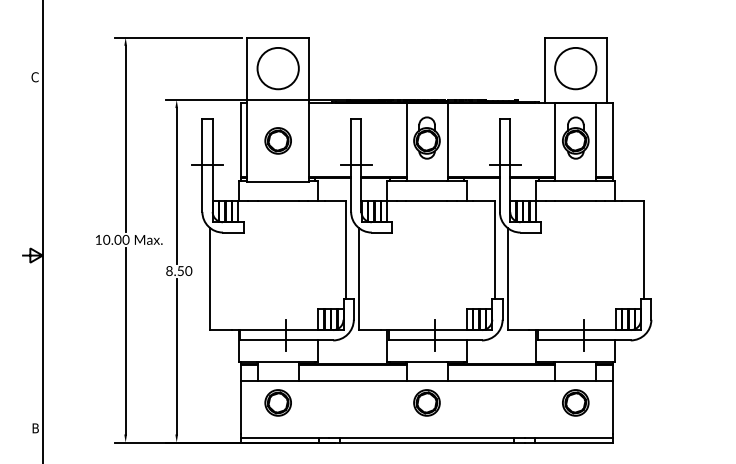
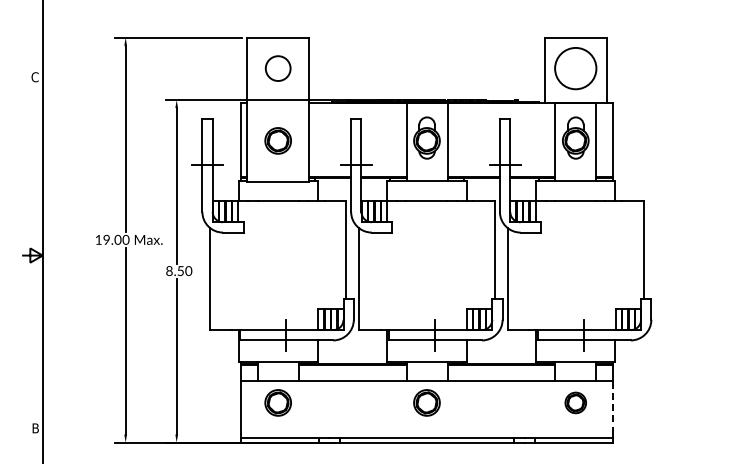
circle at (277, 68) diameter: 41 px -> 25 px
text at (106, 240): 10.00 -> 19.00
part at (575, 402) size: 28x28 px -> 23x24 px
line at (612, 406): solid -> dashed
